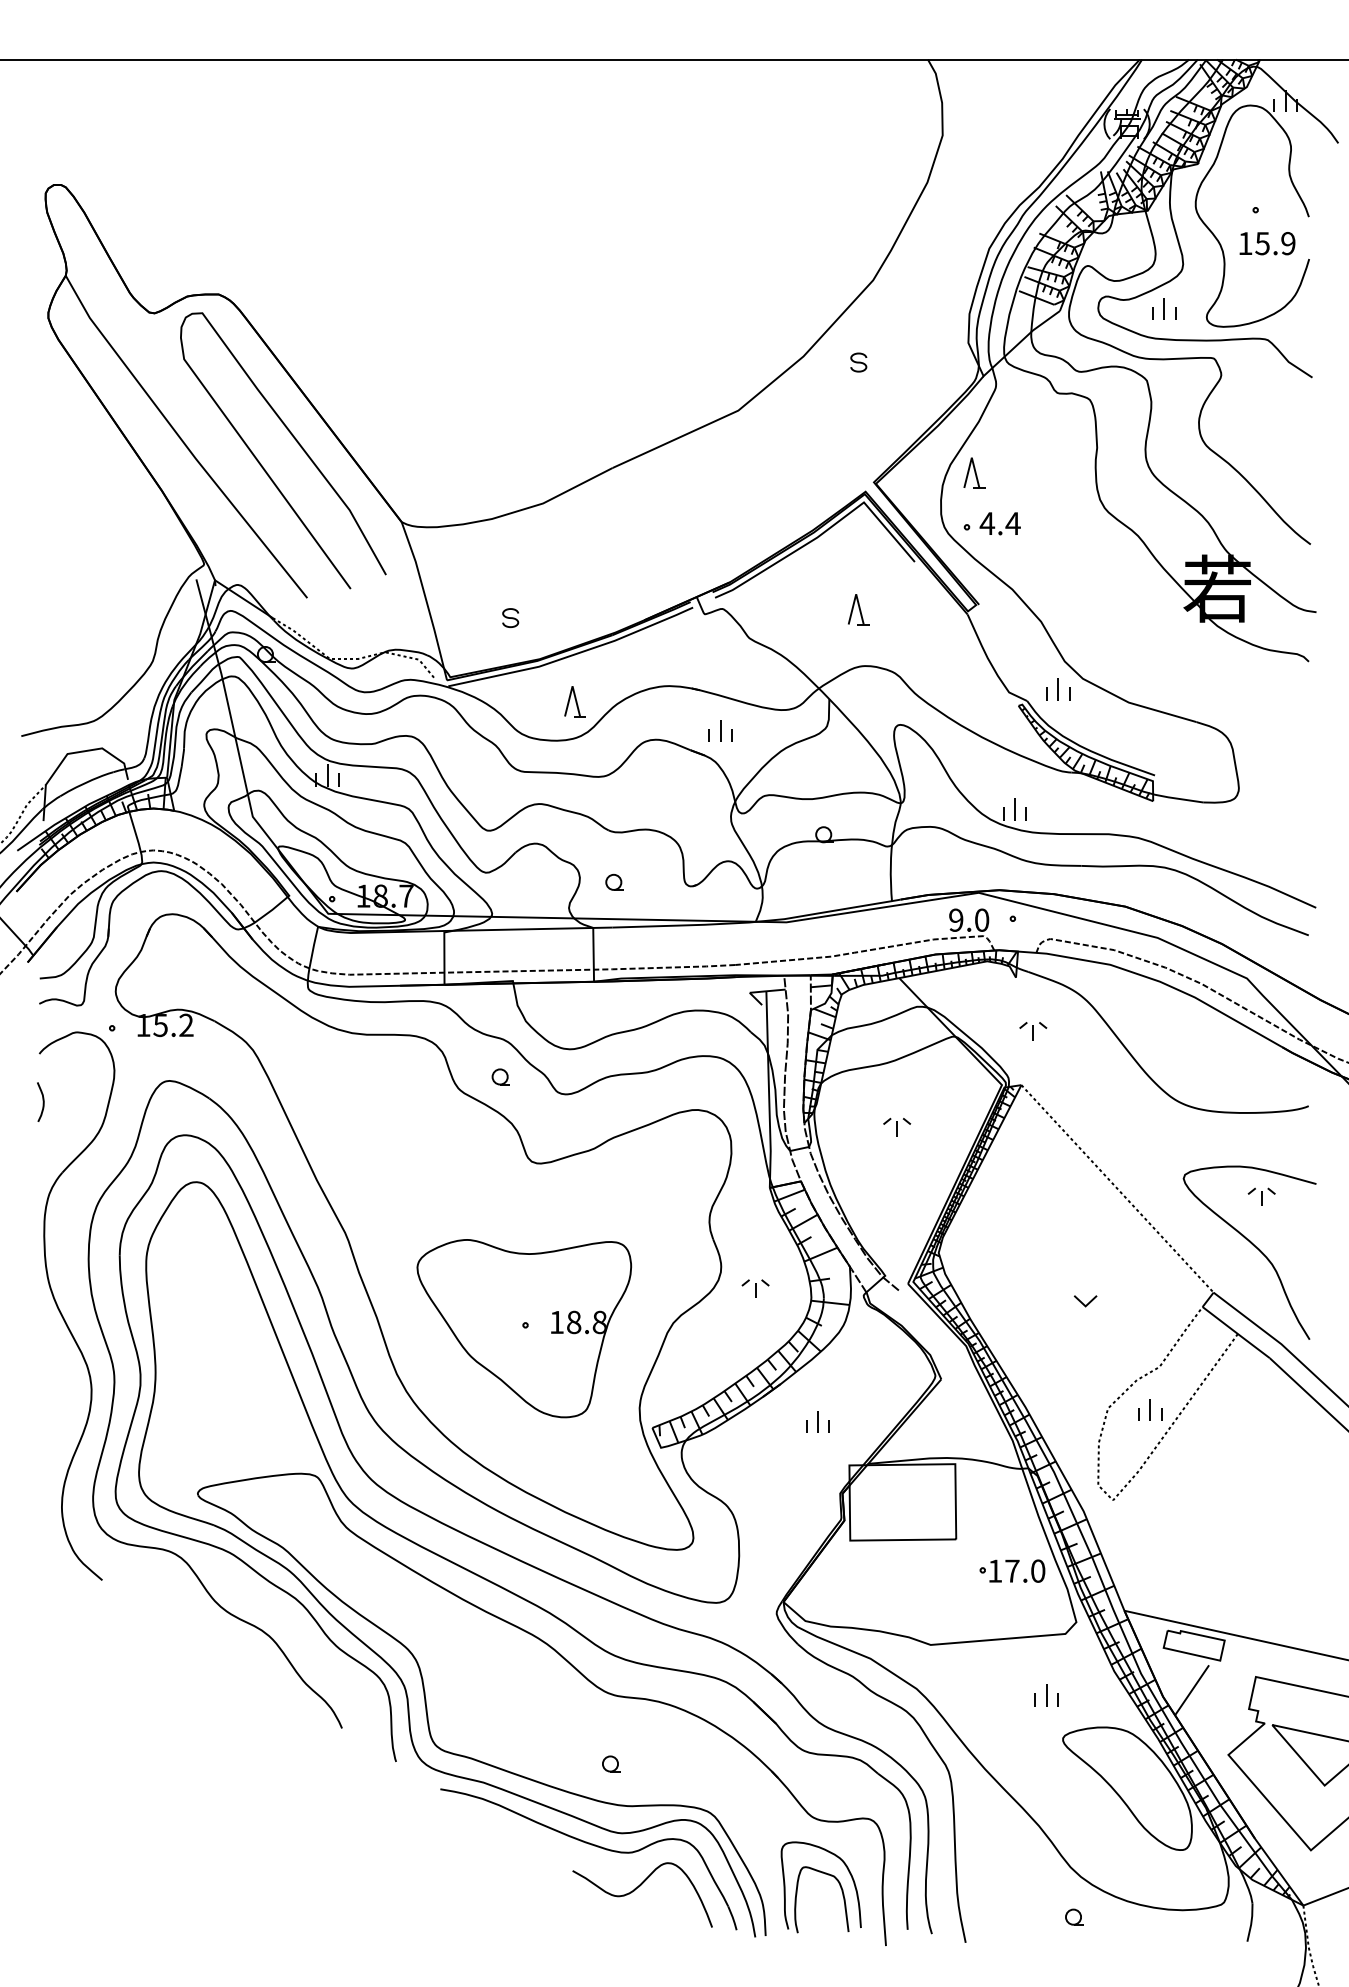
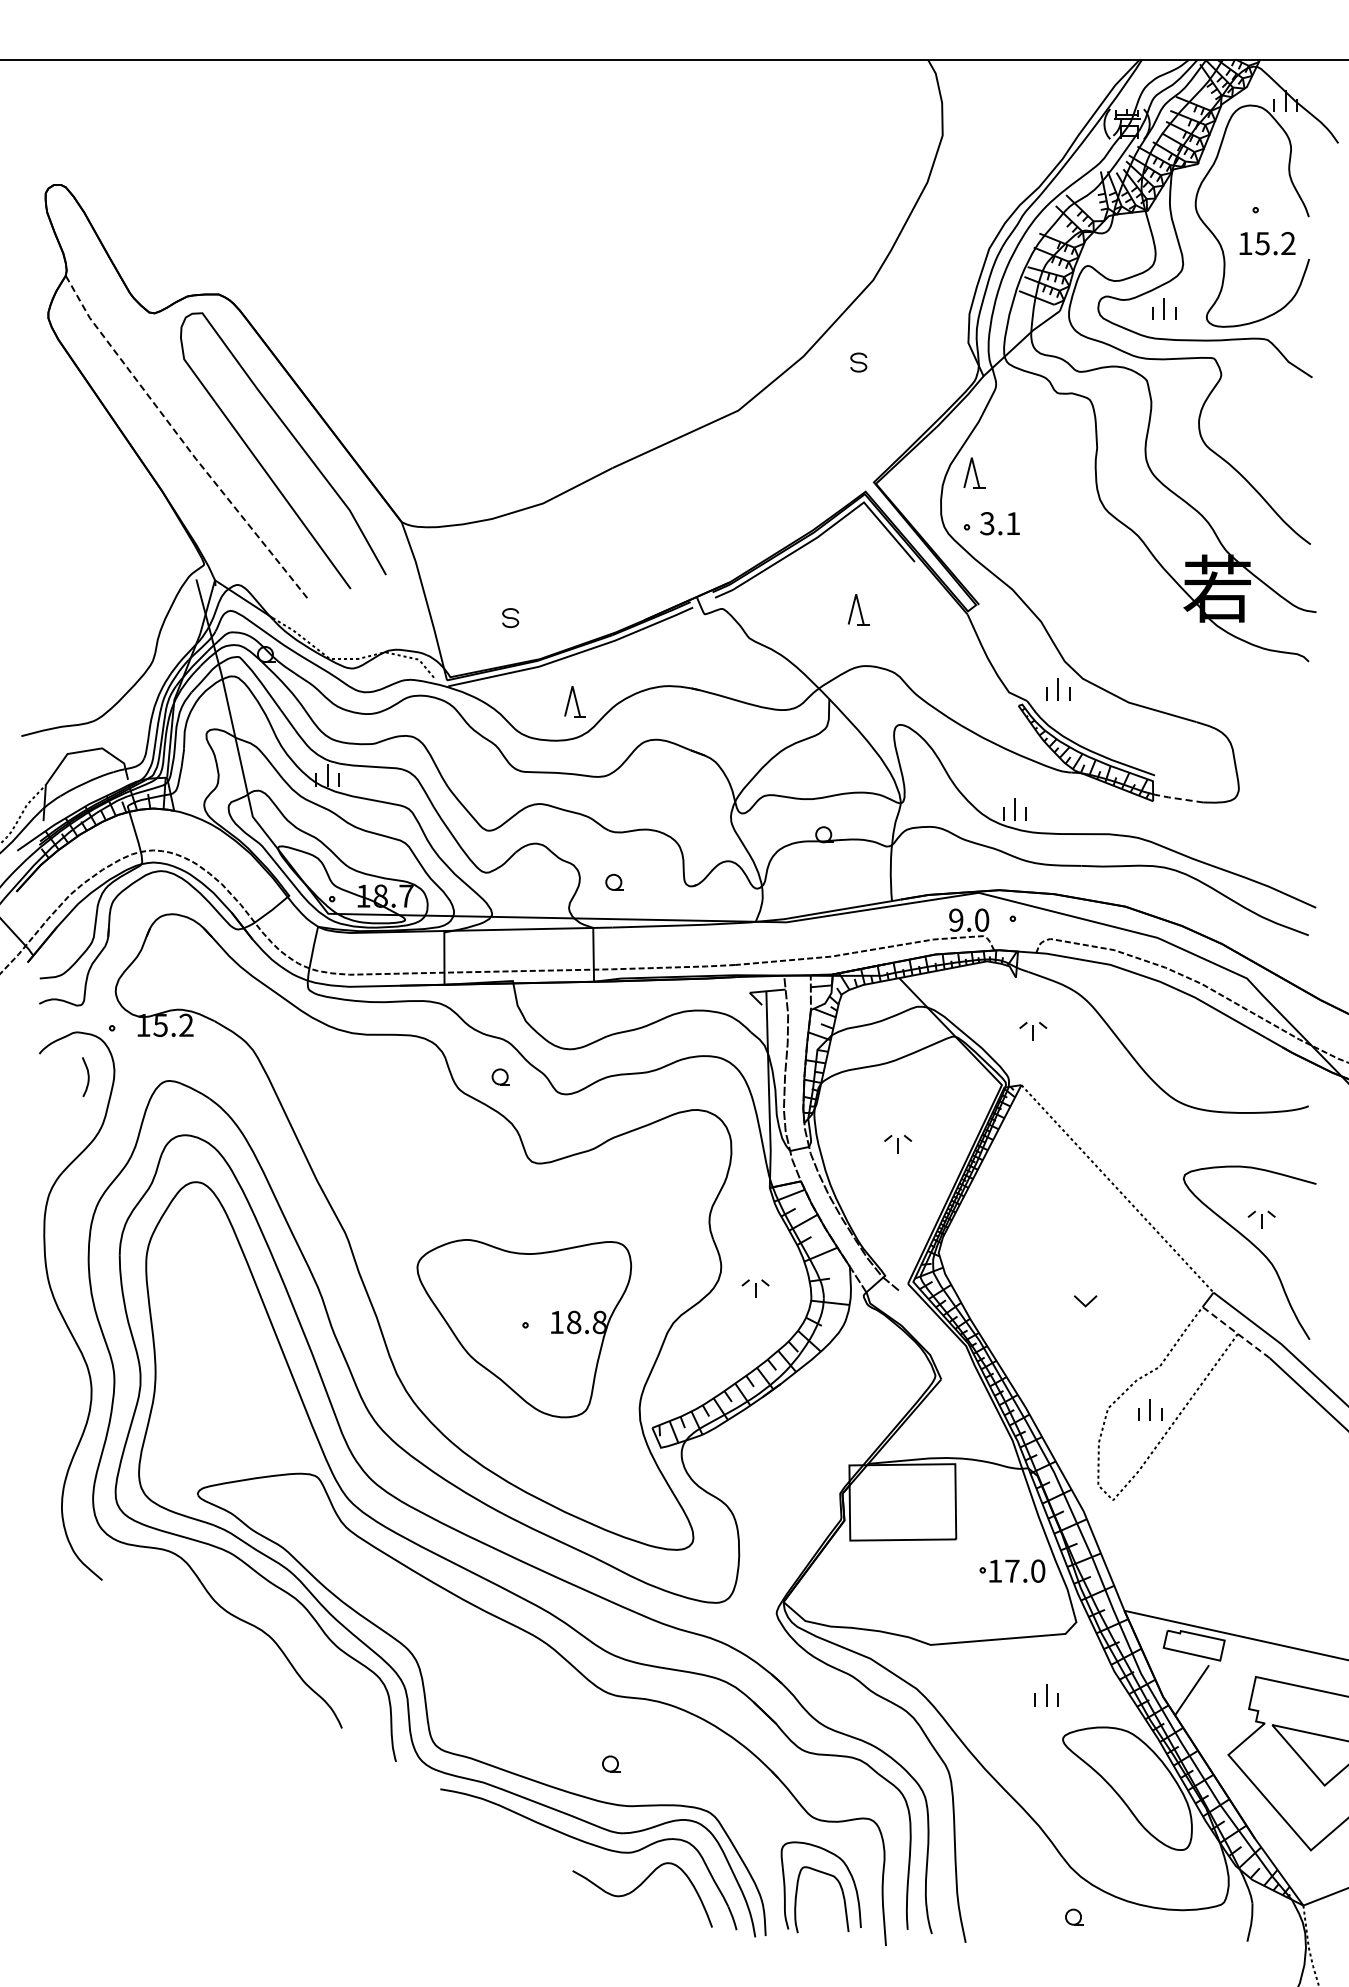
text at (1288, 243): 15.9 -> 15.2
line at (181, 439): solid -> dashed
text at (999, 523): 4.4 -> 3.1
part at (720, 730): present -> none
line at (1177, 798): solid -> dashed
curve at (42, 1101) position: (42, 1101) -> (87, 1076)
part at (897, 1126) position: (897, 1126) -> (898, 1143)
part at (1261, 1196) position: (1261, 1196) -> (1261, 1219)
line at (1236, 1332): solid -> dashed
part at (817, 1421): present -> none
